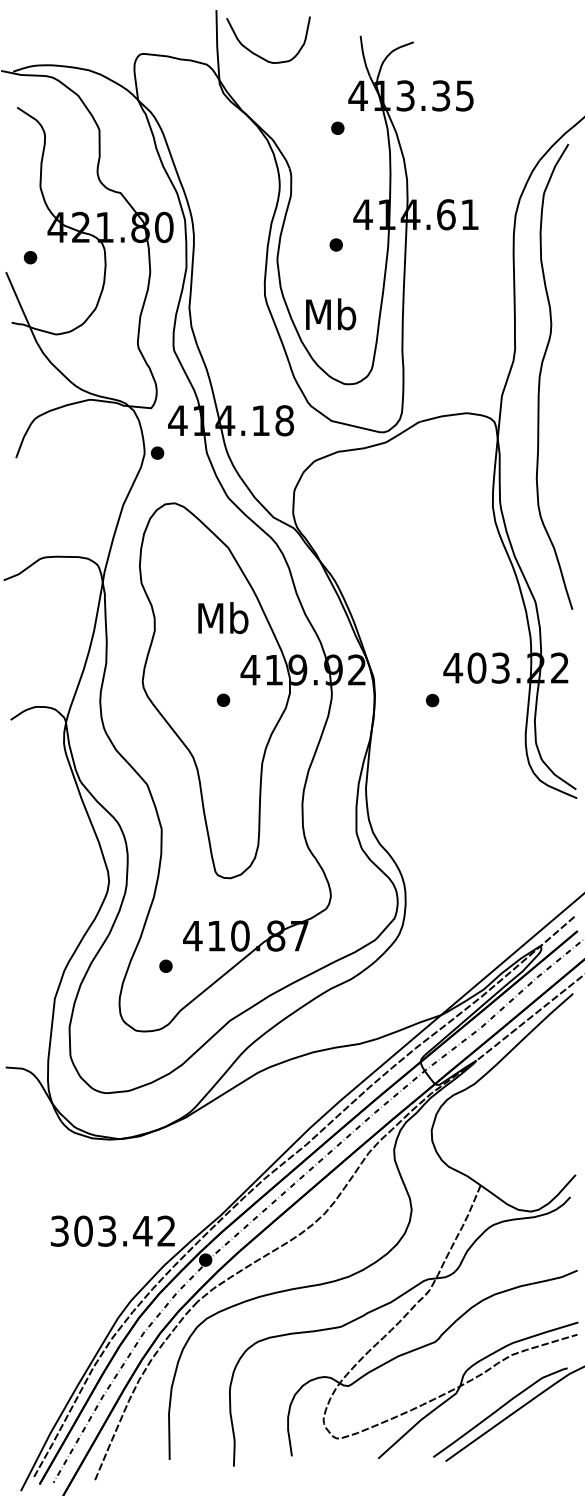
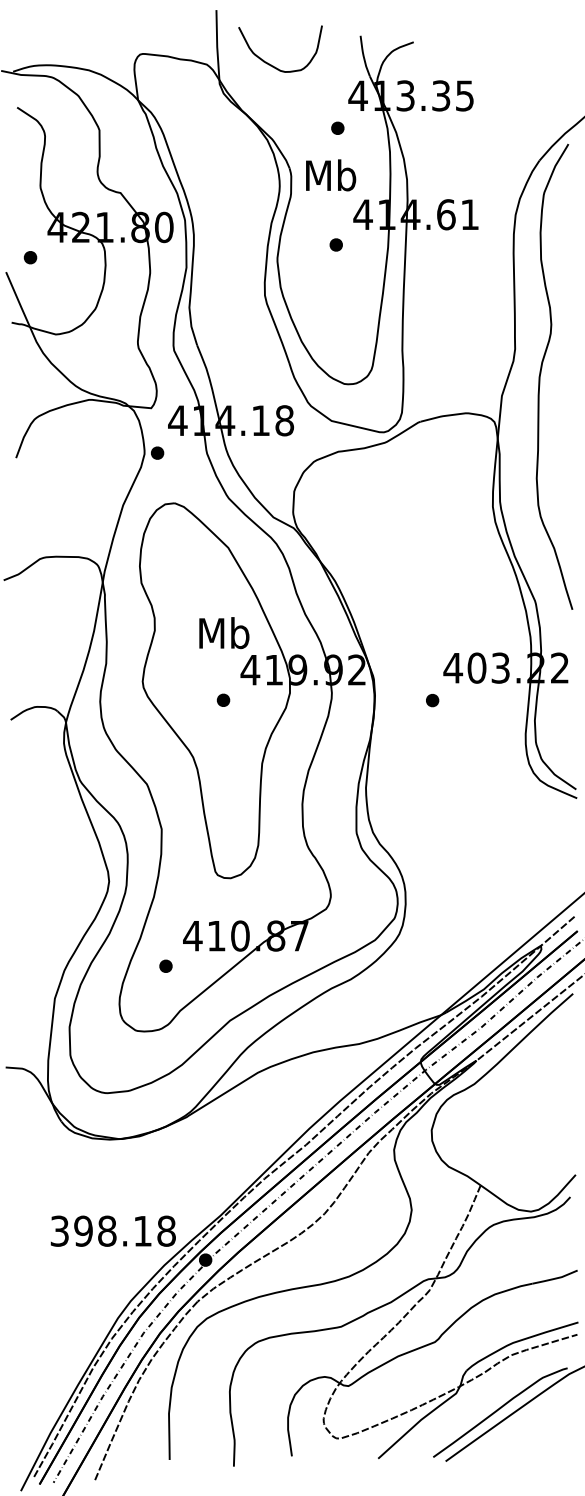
curve at (259, 55) position: (259, 55) -> (271, 64)
text at (331, 314) position: (331, 314) -> (331, 175)
text at (223, 618) position: (223, 618) -> (224, 633)
text at (124, 1230): 303.42 -> 398.18
